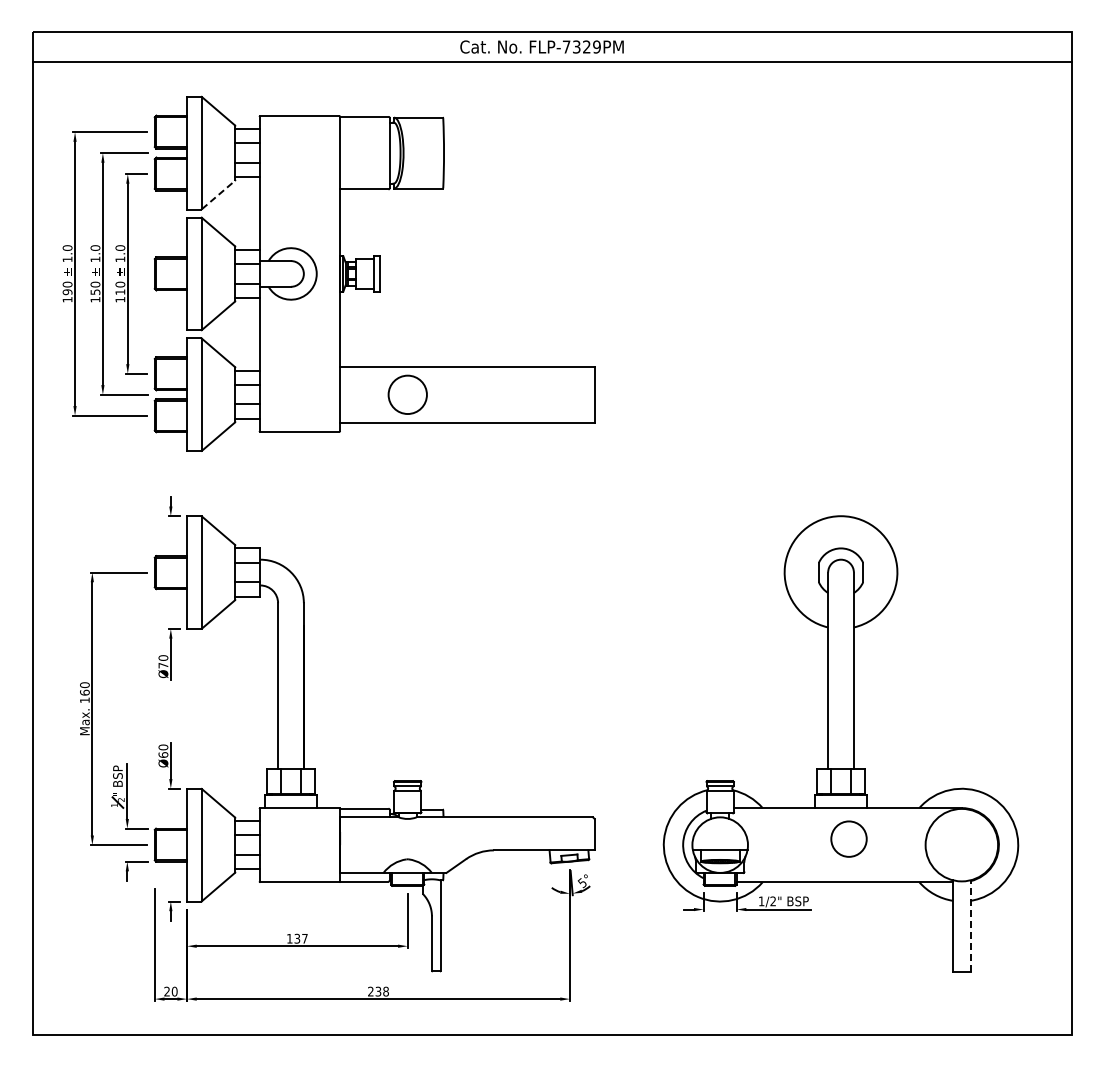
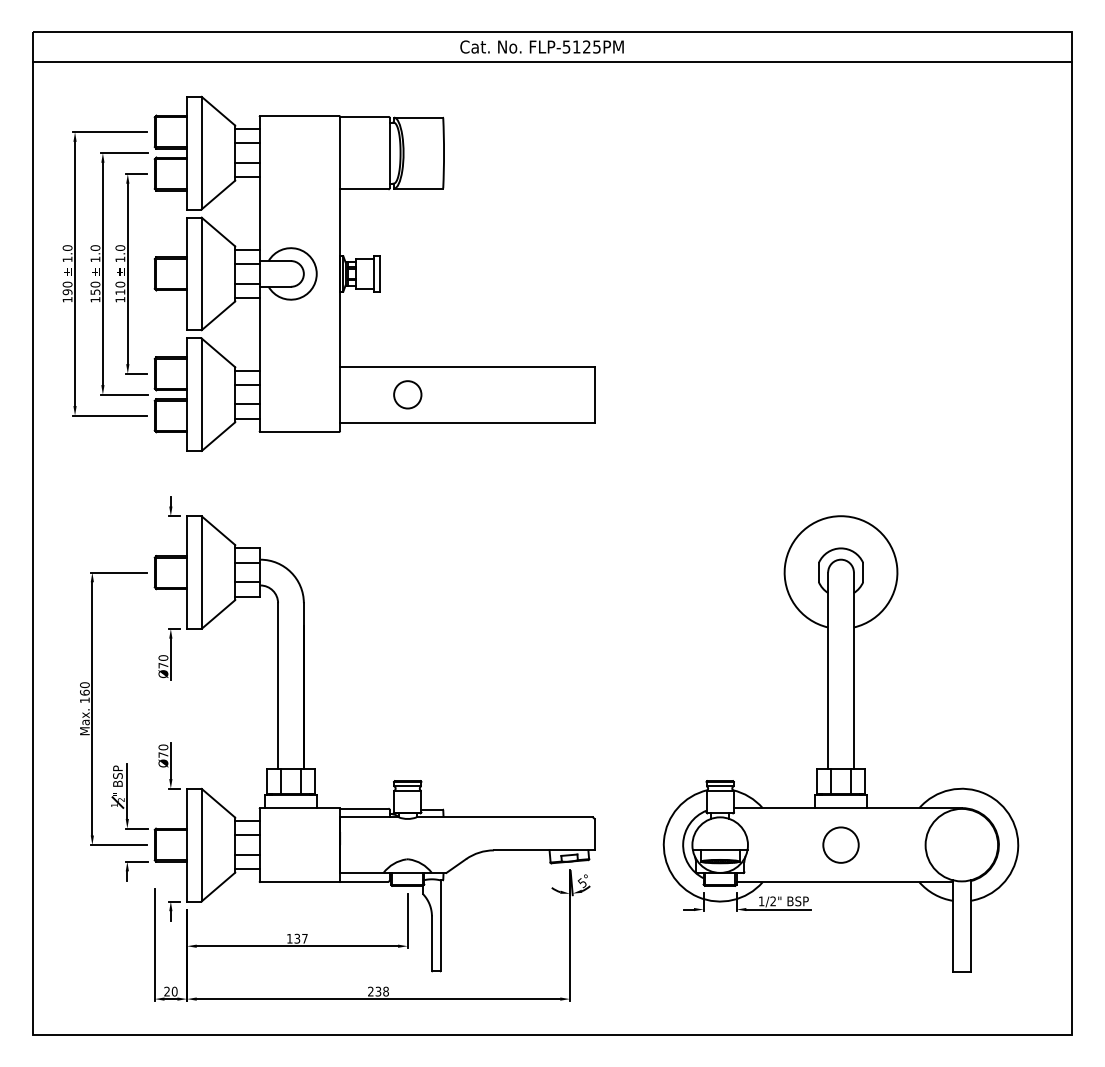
text at (581, 46): FLP-7329PM -> FLP-5125PM
line at (218, 195): dashed -> solid
circle at (407, 394) diameter: 38 px -> 27 px
text at (163, 754): Ø60 -> Ø70
circle at (848, 838) position: (848, 838) -> (840, 844)
line at (970, 925): dashed -> solid
